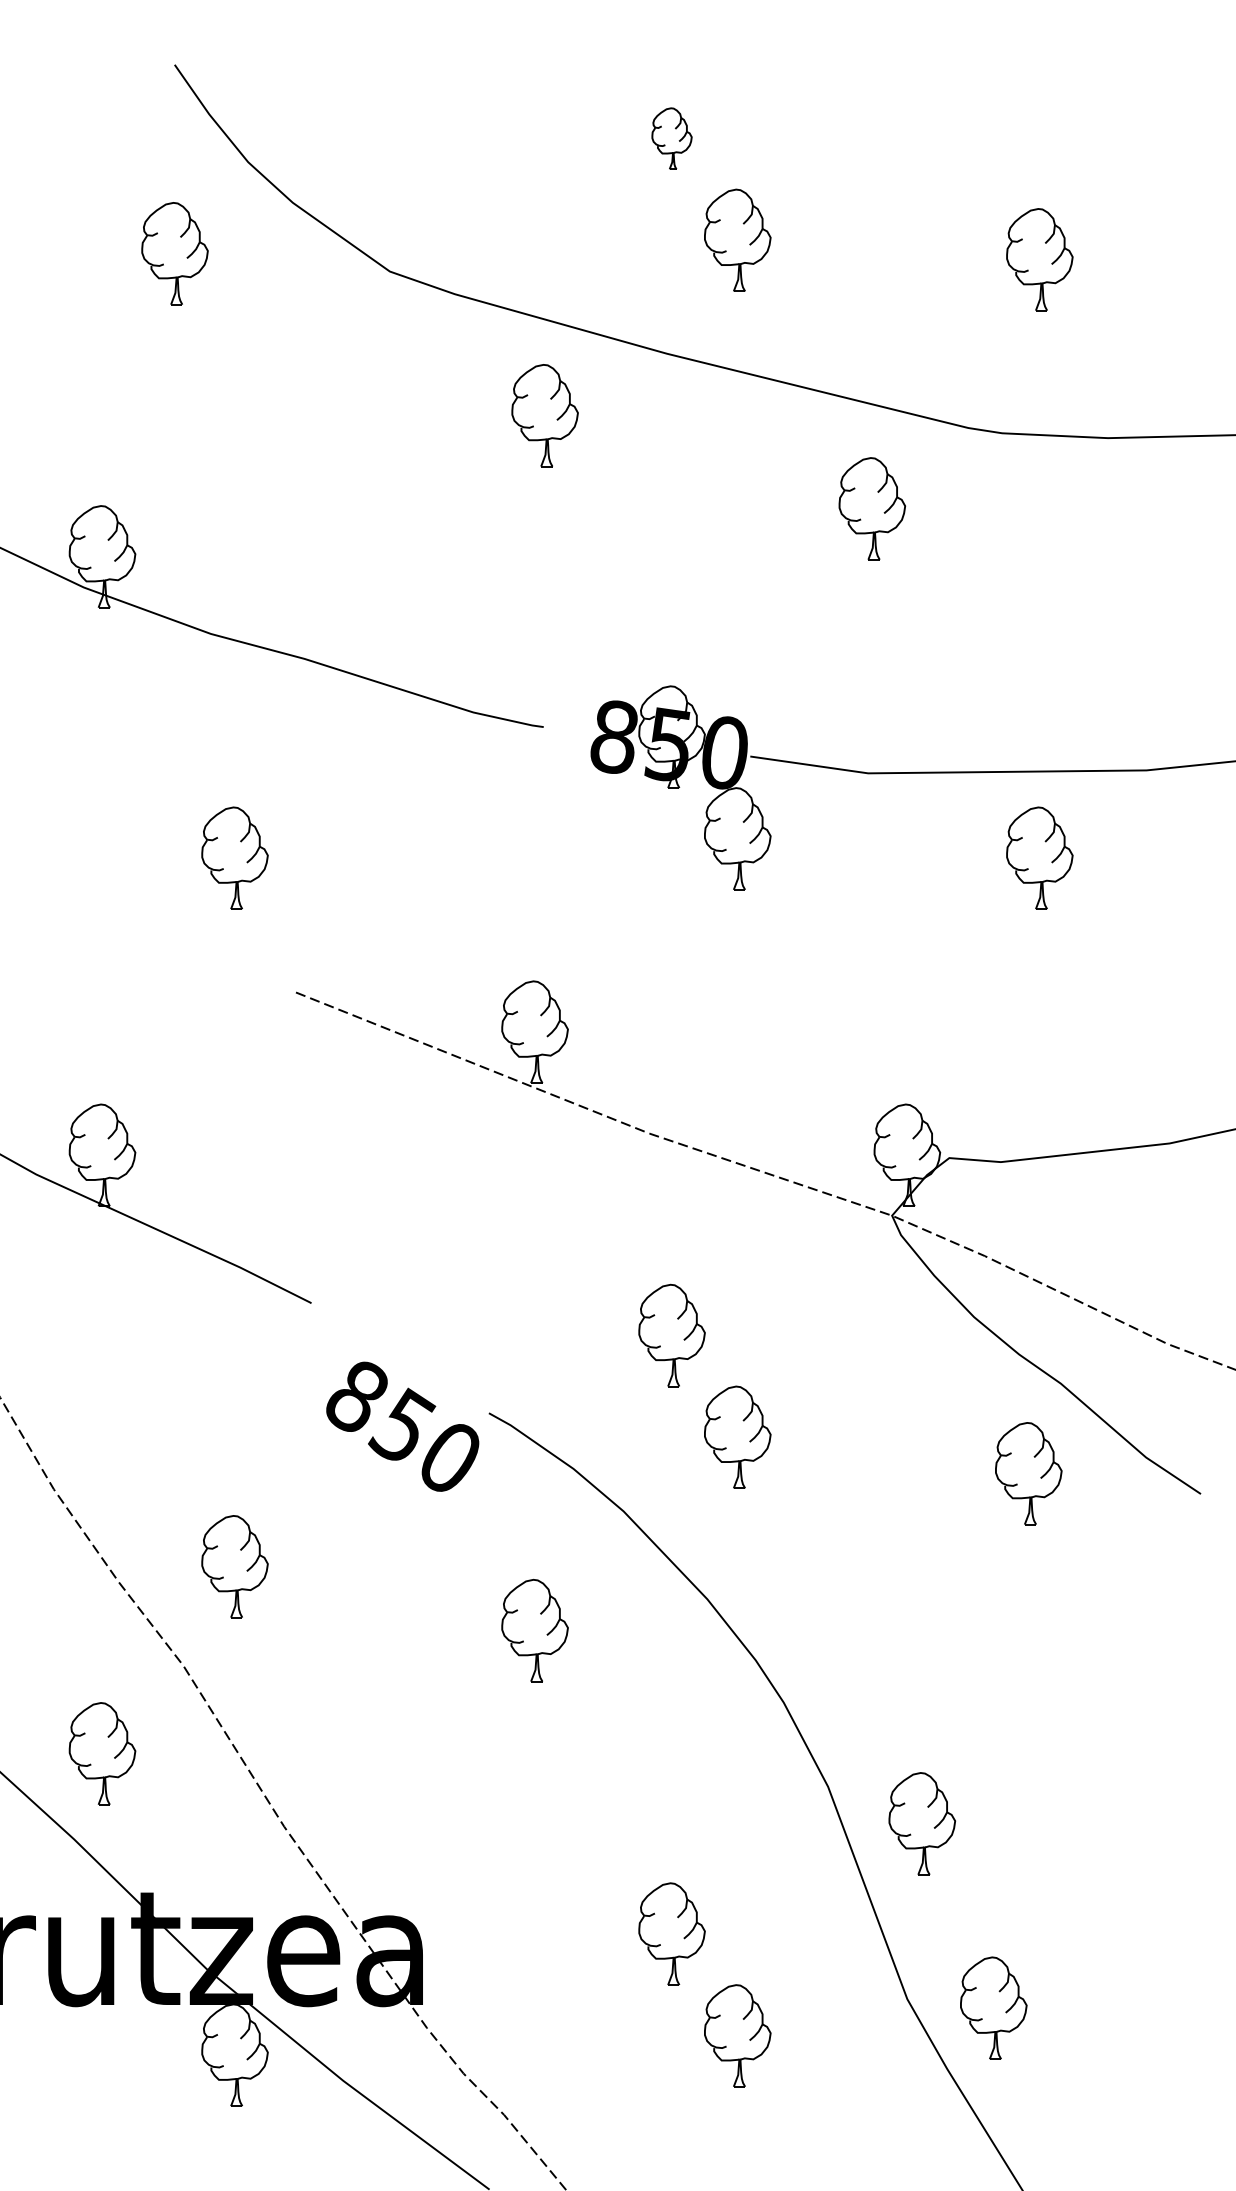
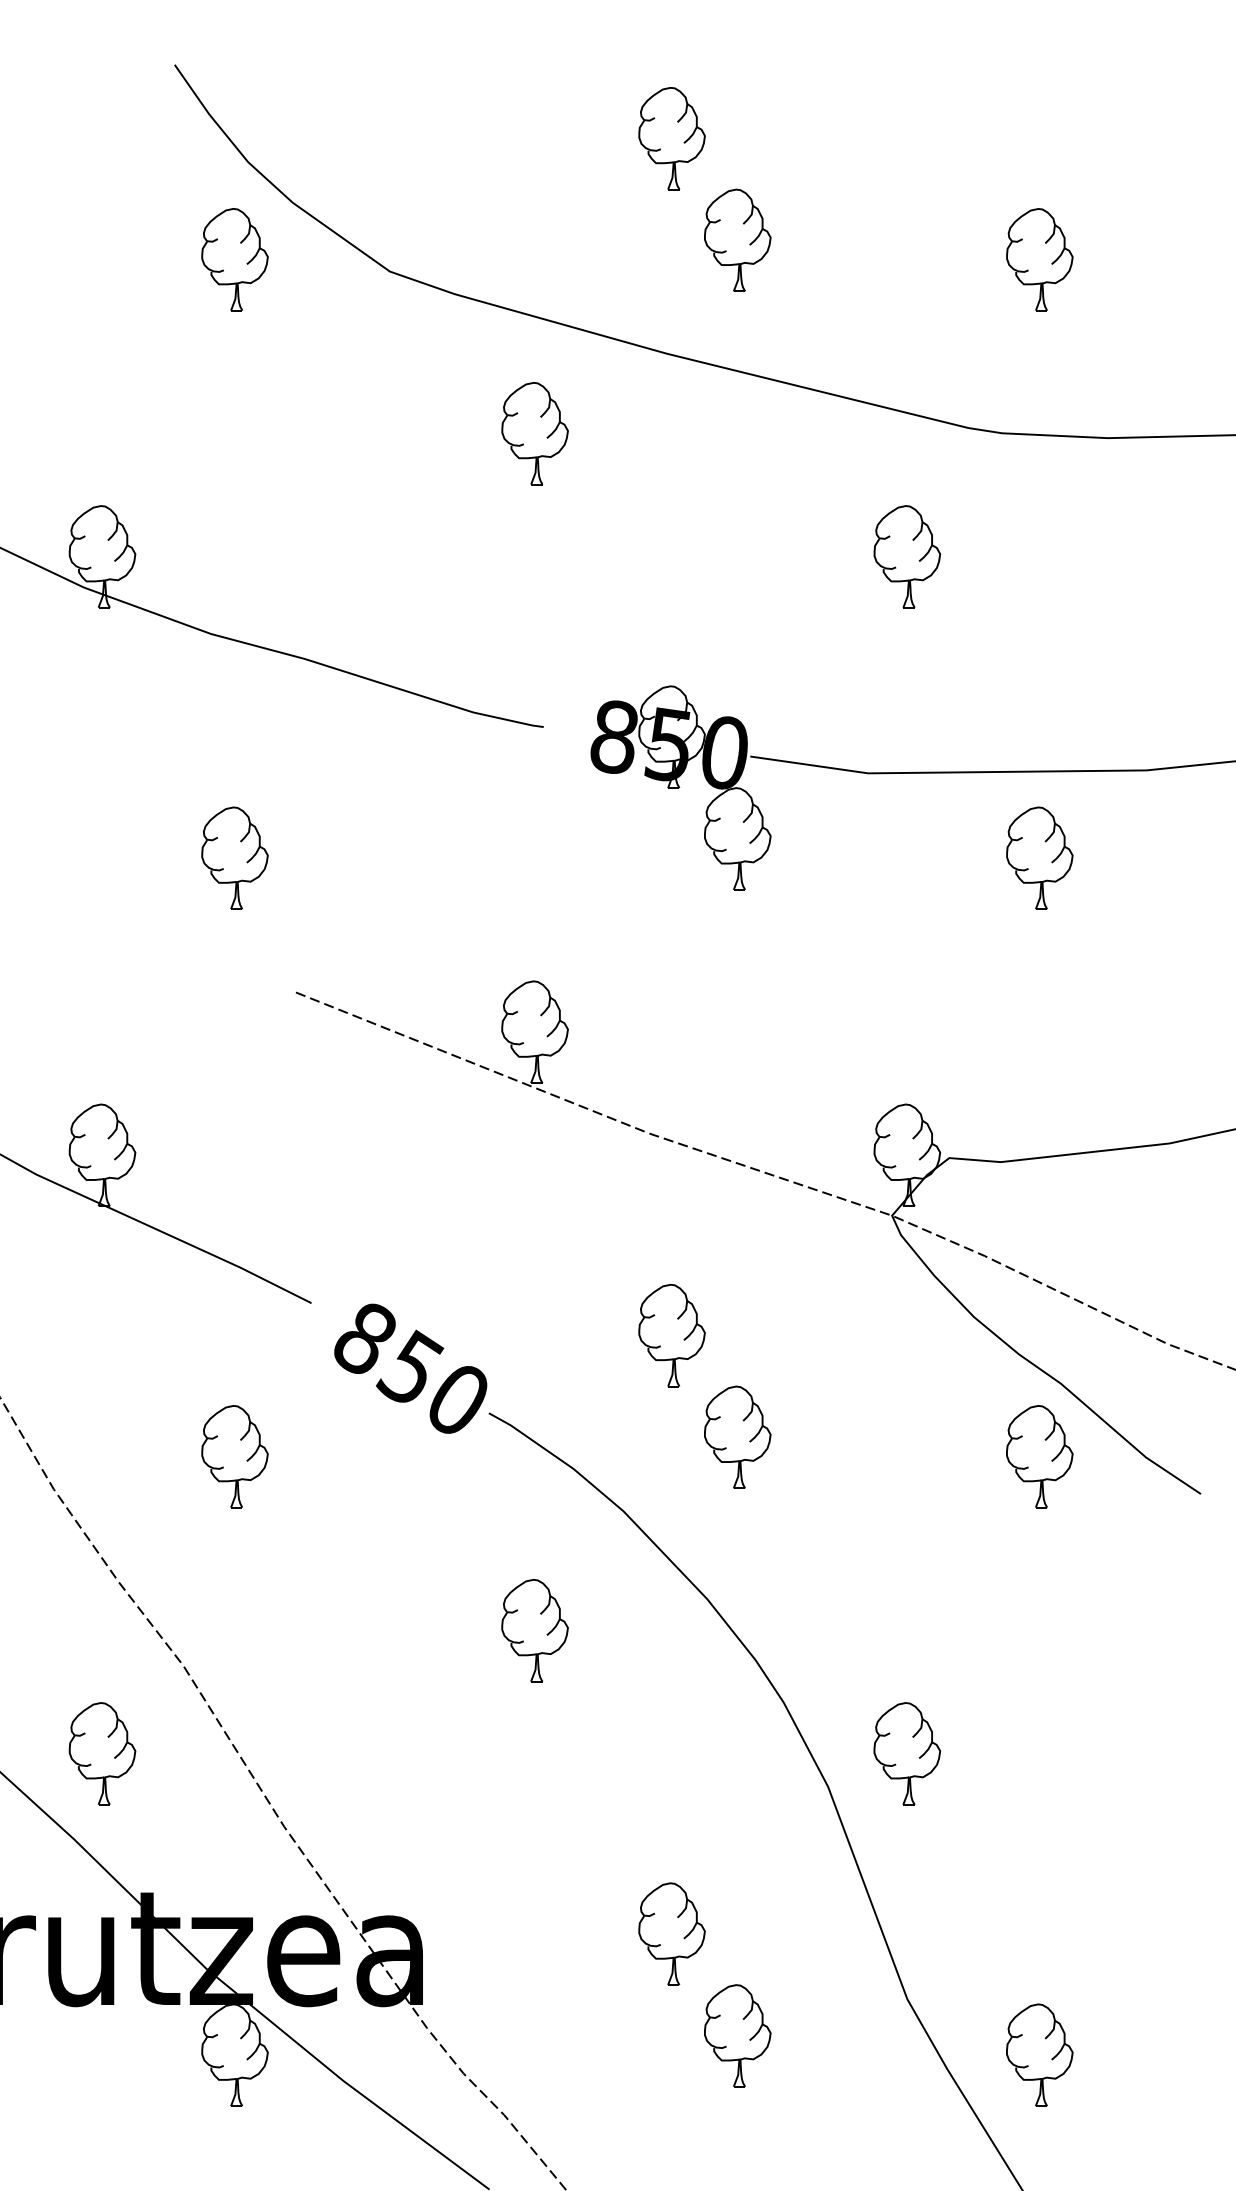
part at (671, 138) size: 42x63 px -> 68x104 px
part at (174, 253) position: (174, 253) -> (234, 259)
part at (544, 415) position: (544, 415) -> (534, 433)
part at (872, 508) position: (872, 508) -> (907, 556)
text at (402, 1426) position: (402, 1426) -> (410, 1368)
part at (1028, 1473) position: (1028, 1473) -> (1039, 1456)
part at (234, 1566) position: (234, 1566) -> (234, 1456)
part at (922, 1823) position: (922, 1823) -> (907, 1753)
part at (993, 2007) position: (993, 2007) -> (1039, 2054)
